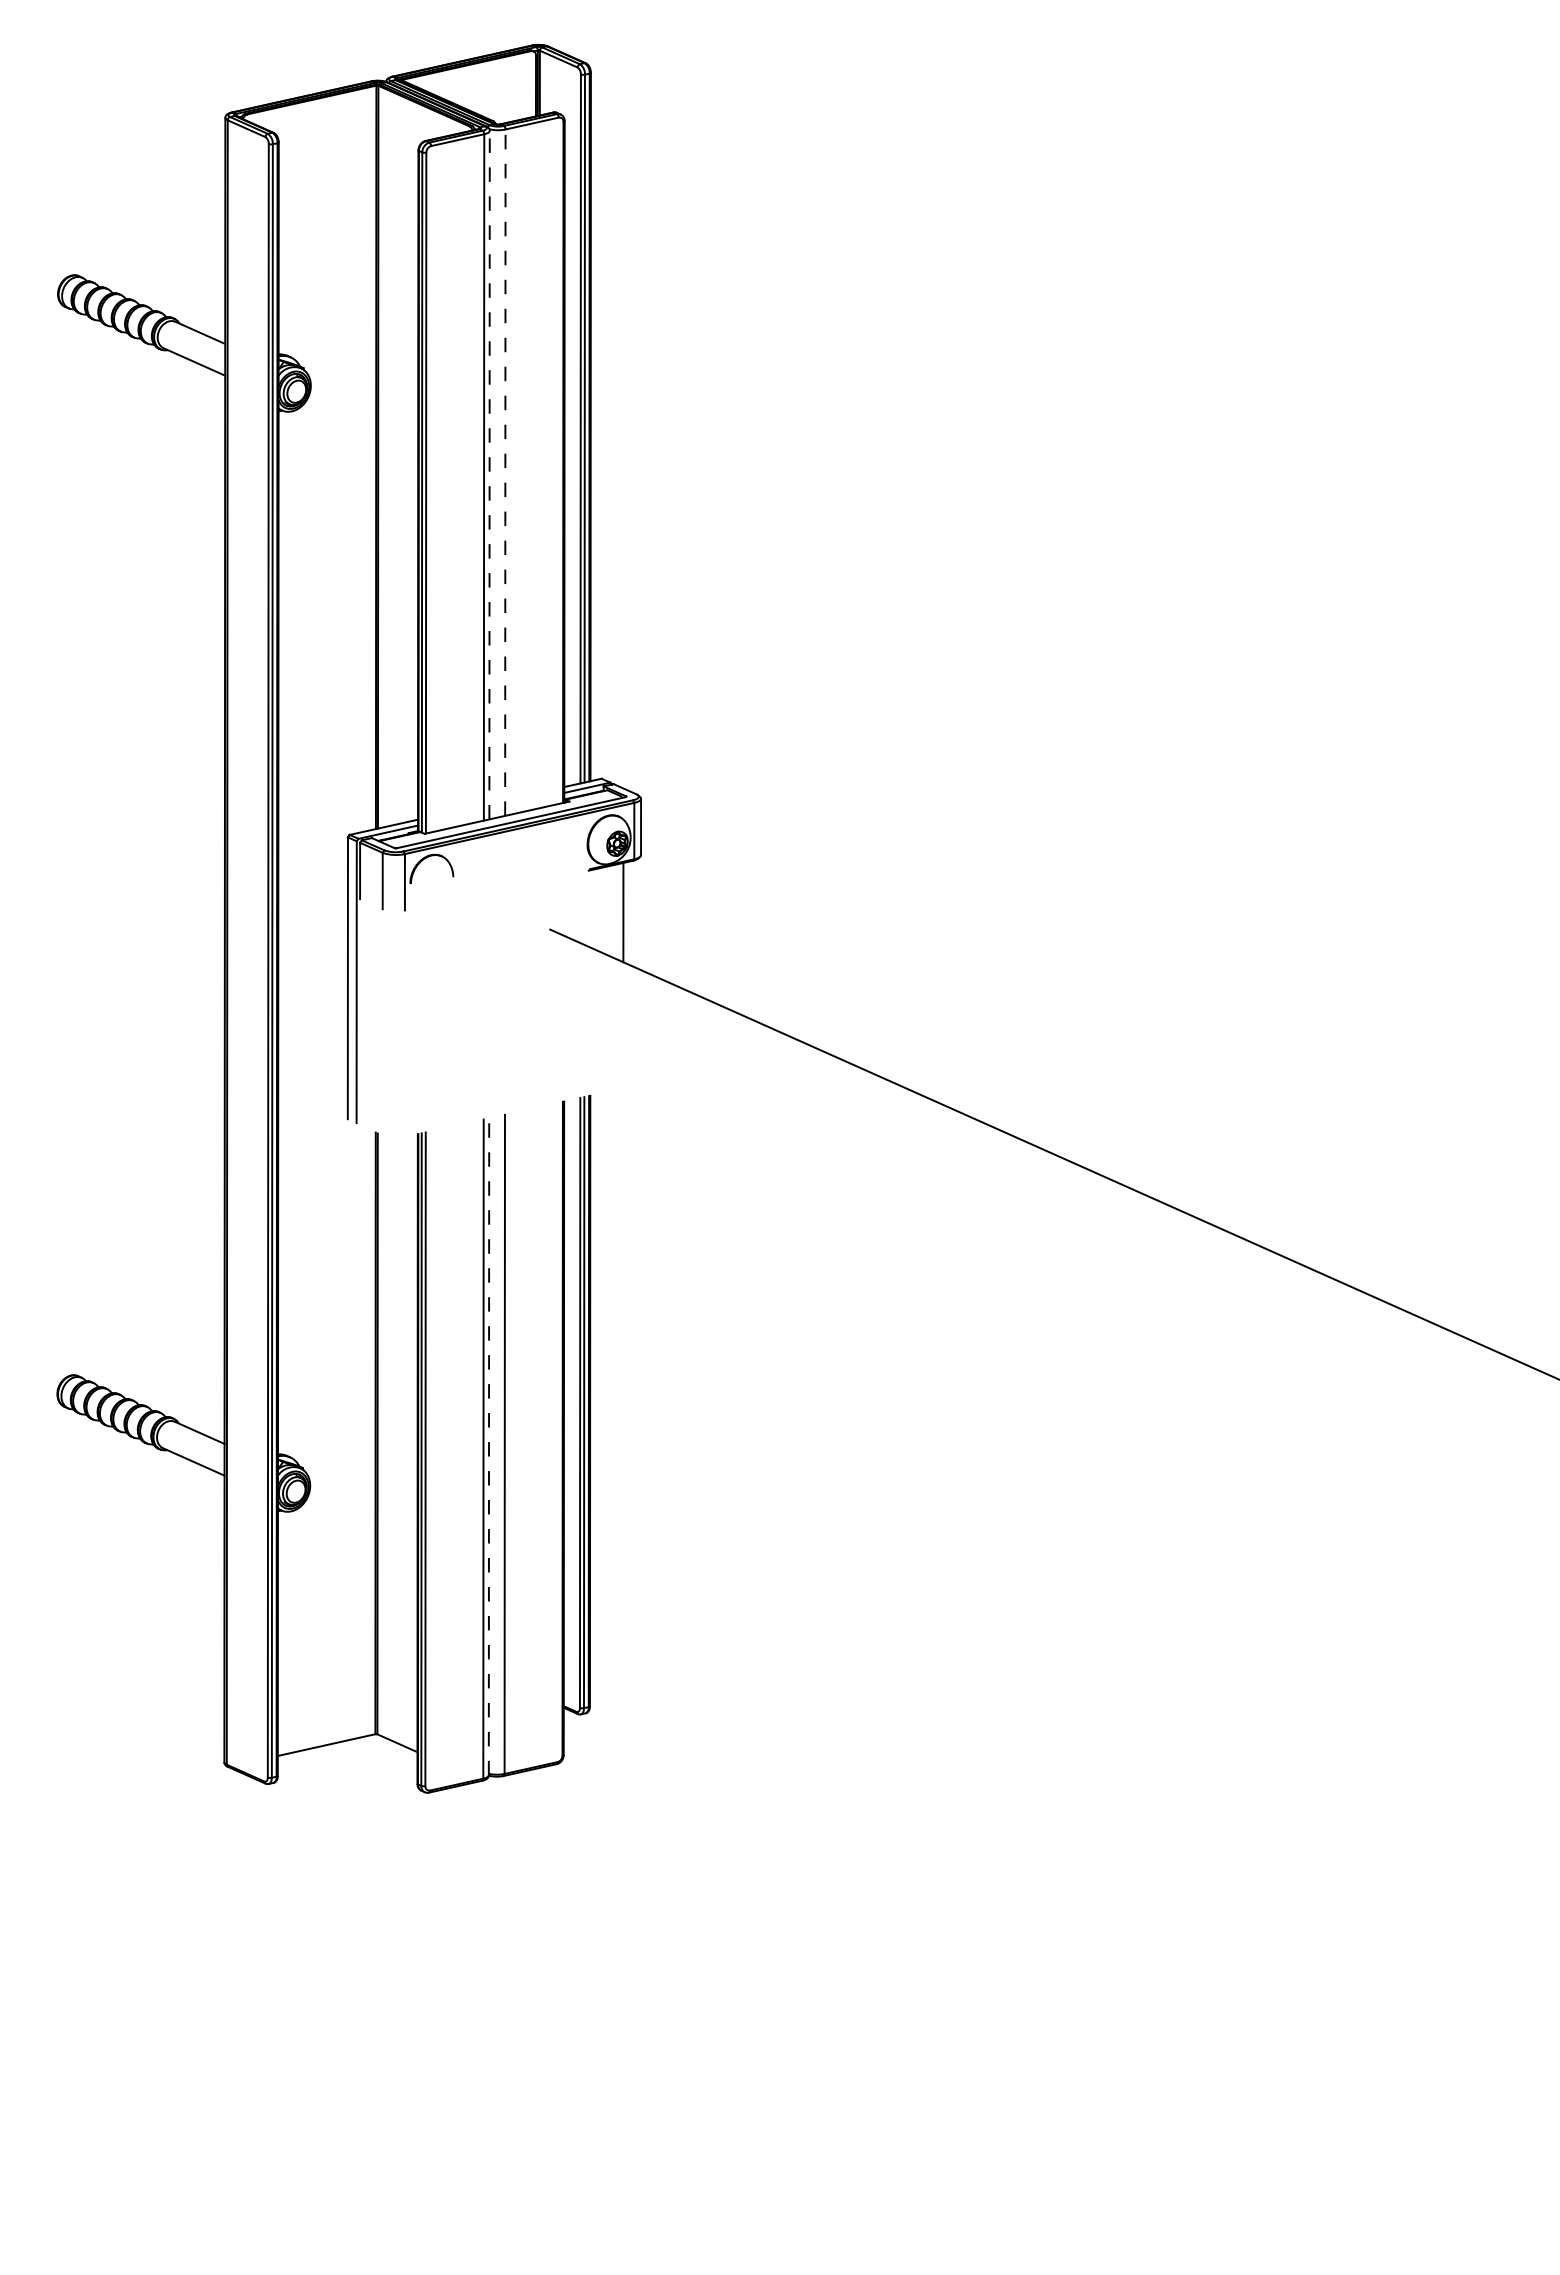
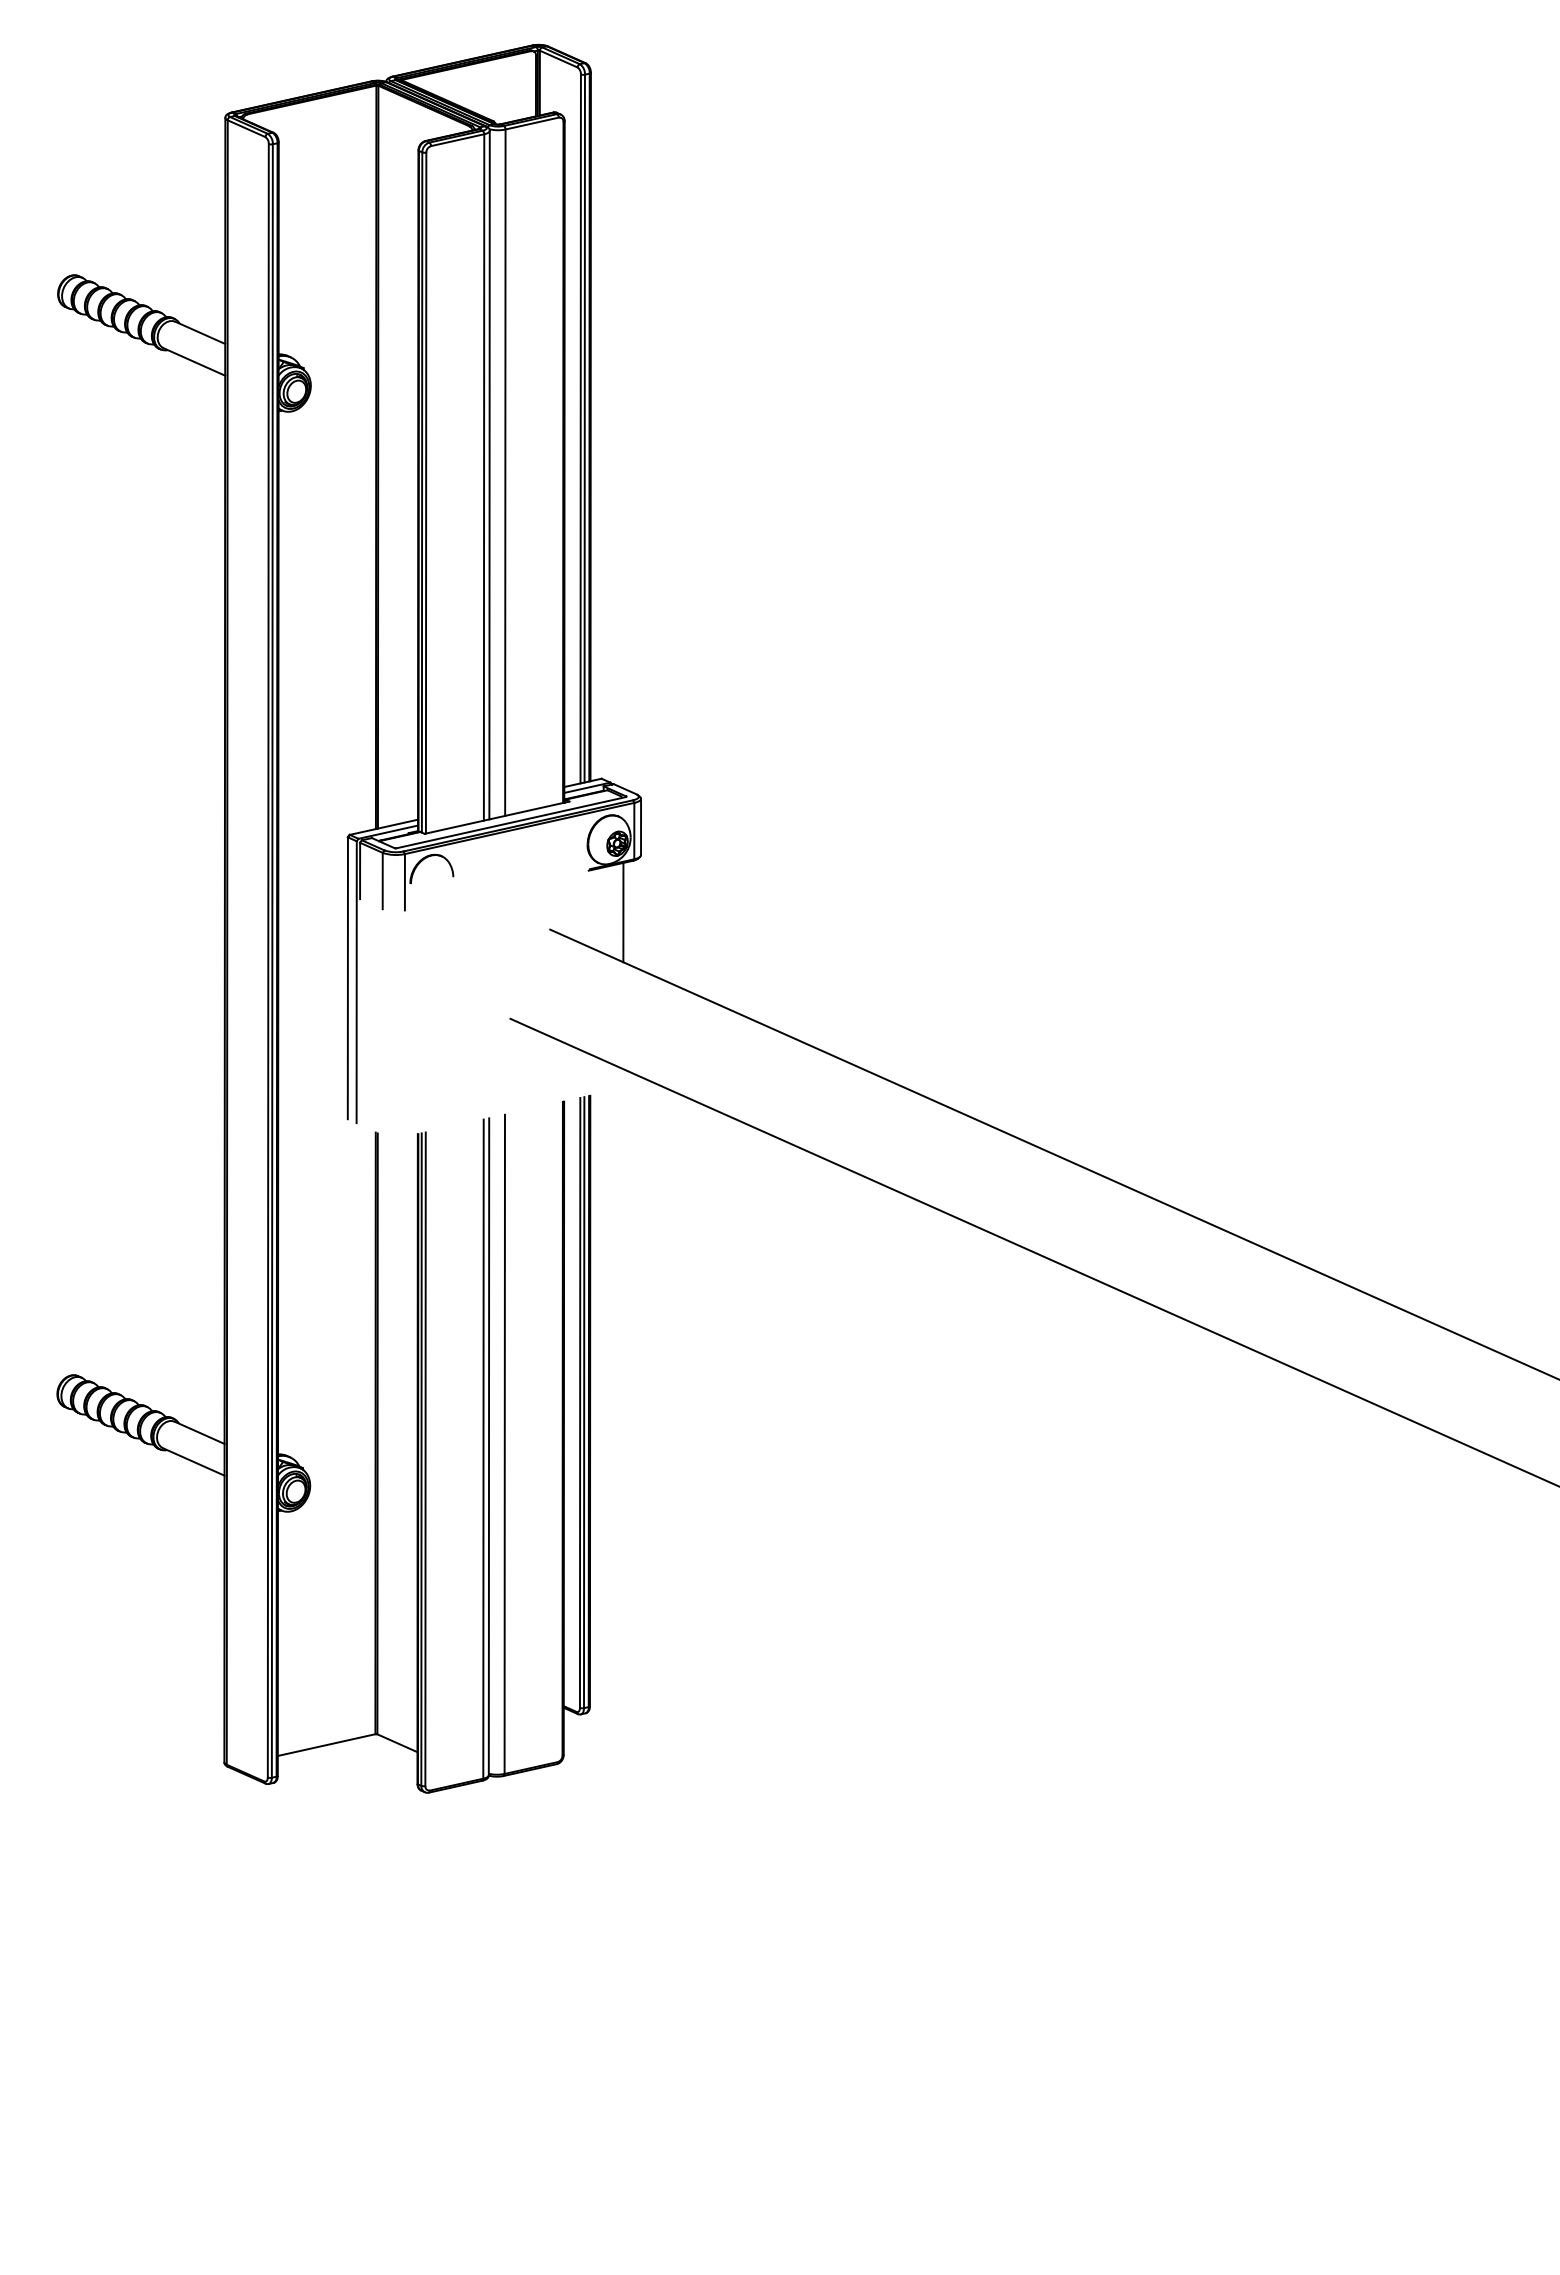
line at (505, 472): dashed -> solid
line at (489, 474): dashed -> solid
line at (1033, 1251): none -> present
line at (489, 1446): dashed -> solid
